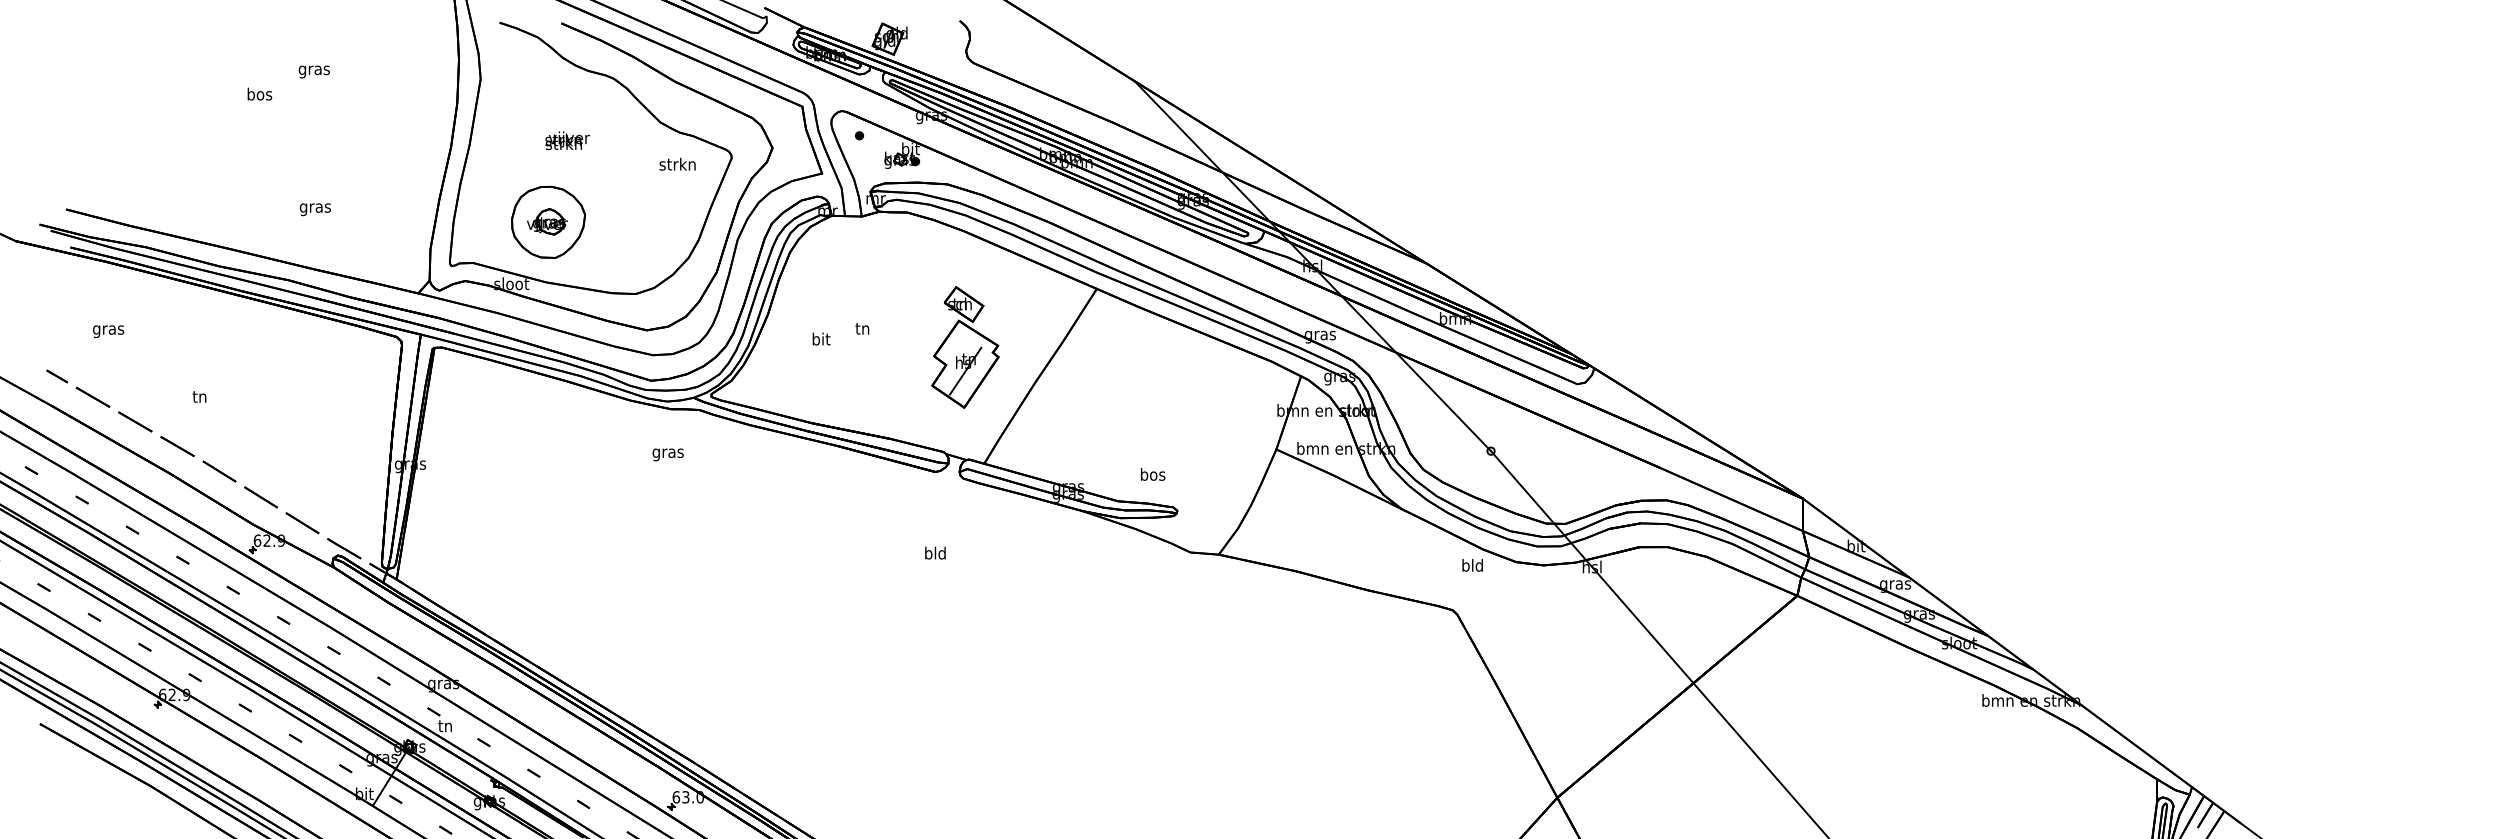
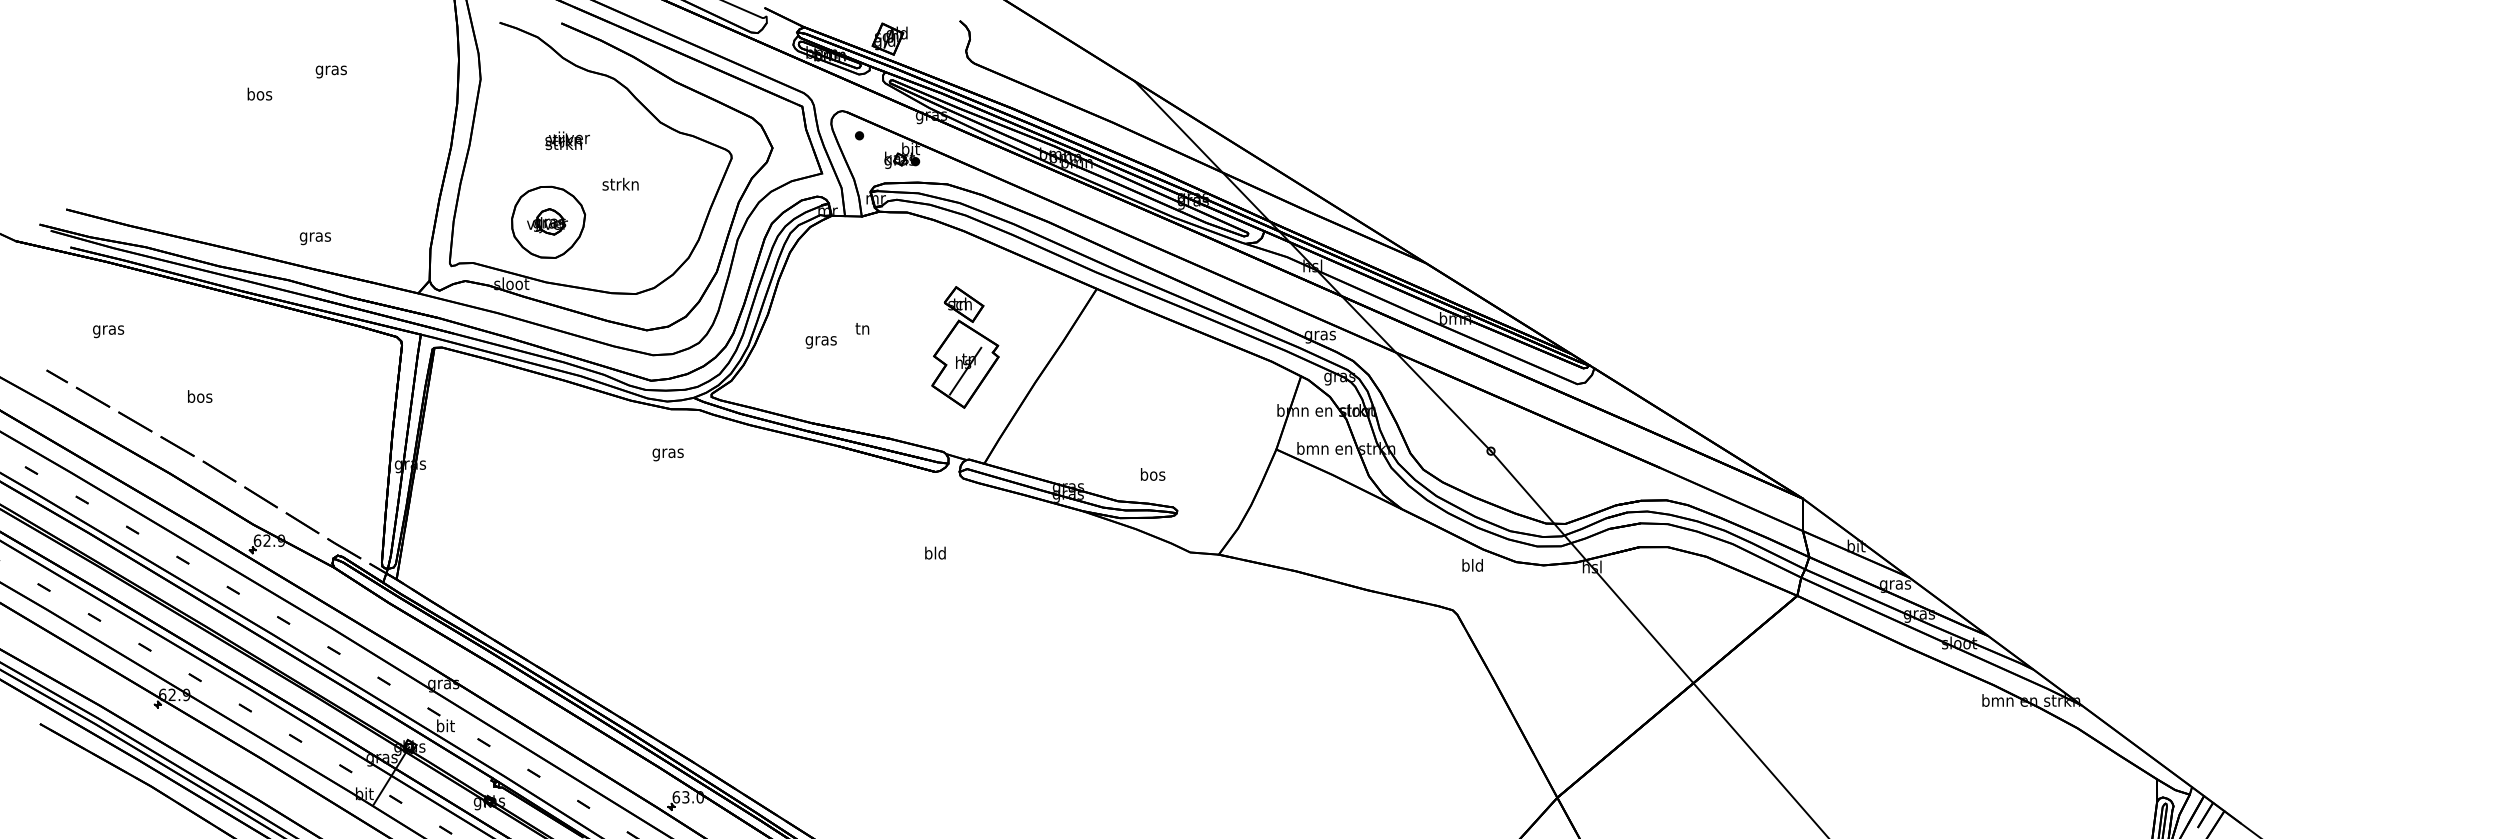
text at (313, 71) position: (313, 71) -> (330, 71)
text at (677, 163) position: (677, 163) -> (620, 183)
text at (314, 209) position: (314, 209) -> (314, 238)
text at (820, 340): bit -> gras
text at (200, 396): tn -> bos
text at (445, 725): tn -> bit
